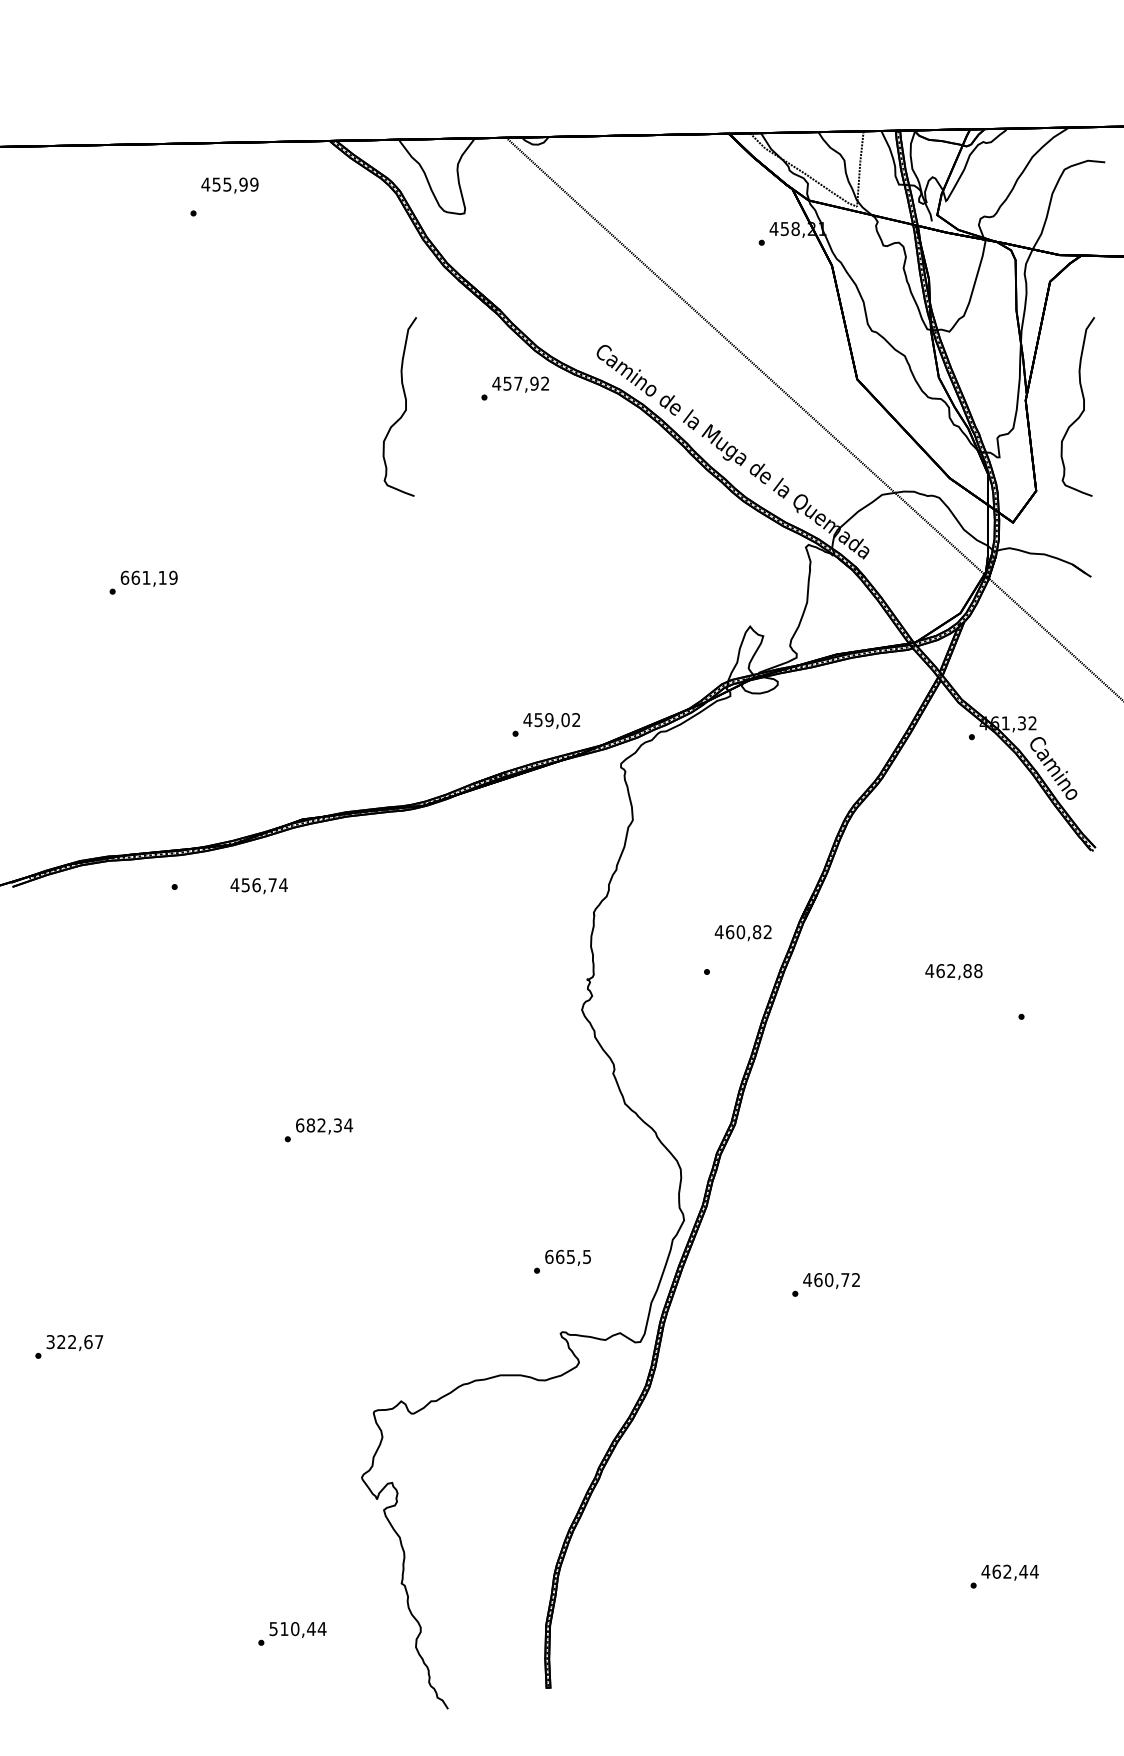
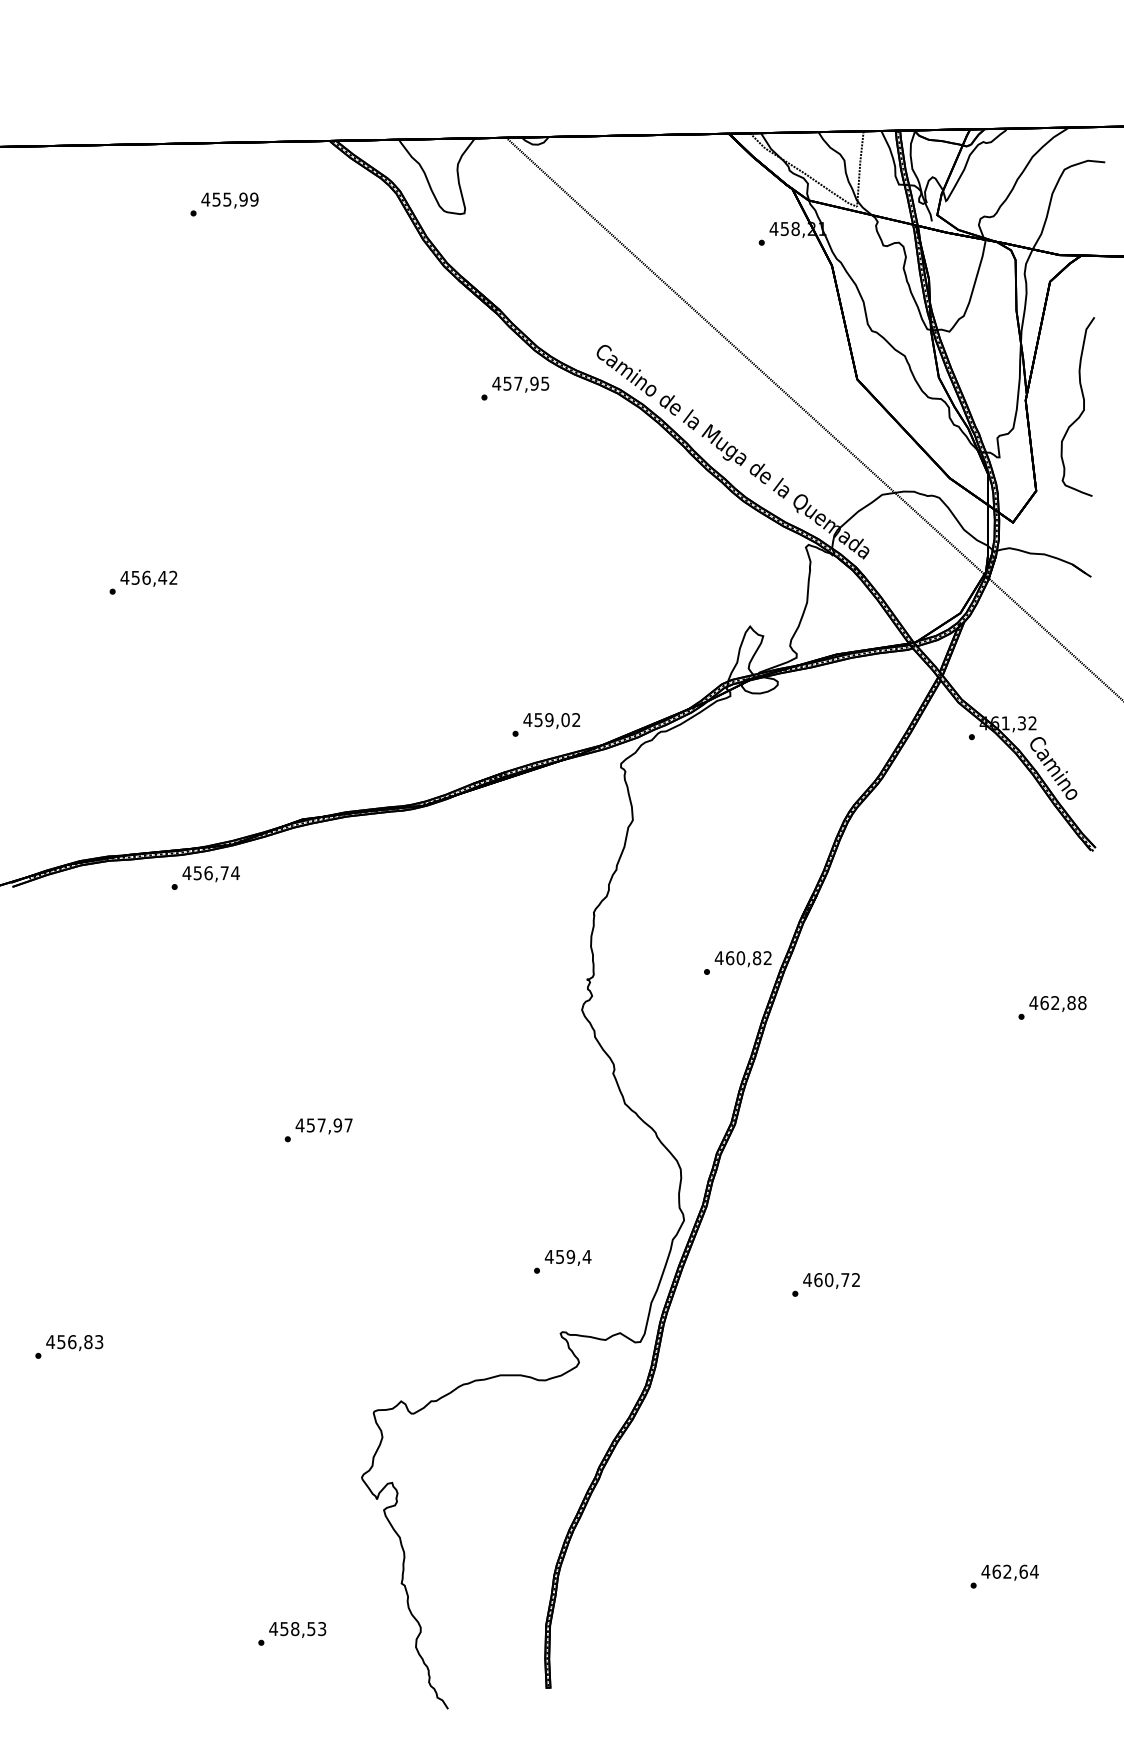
text at (229, 185) position: (229, 185) -> (229, 200)
text at (545, 383): 457,92 -> 457,95
curve at (405, 406): present -> none
text at (148, 577): 661,19 -> 456,42
text at (258, 886) position: (258, 886) -> (210, 874)
text at (742, 933) position: (742, 933) -> (742, 959)
text at (953, 971) position: (953, 971) -> (1057, 1003)
text at (324, 1125): 682,34 -> 457,97
text at (567, 1256): 665,5 -> 459,4
text at (74, 1342): 322,67 -> 456,83
text at (1023, 1571): 462,44 -> 462,64
text at (297, 1629): 510,44 -> 458,53
